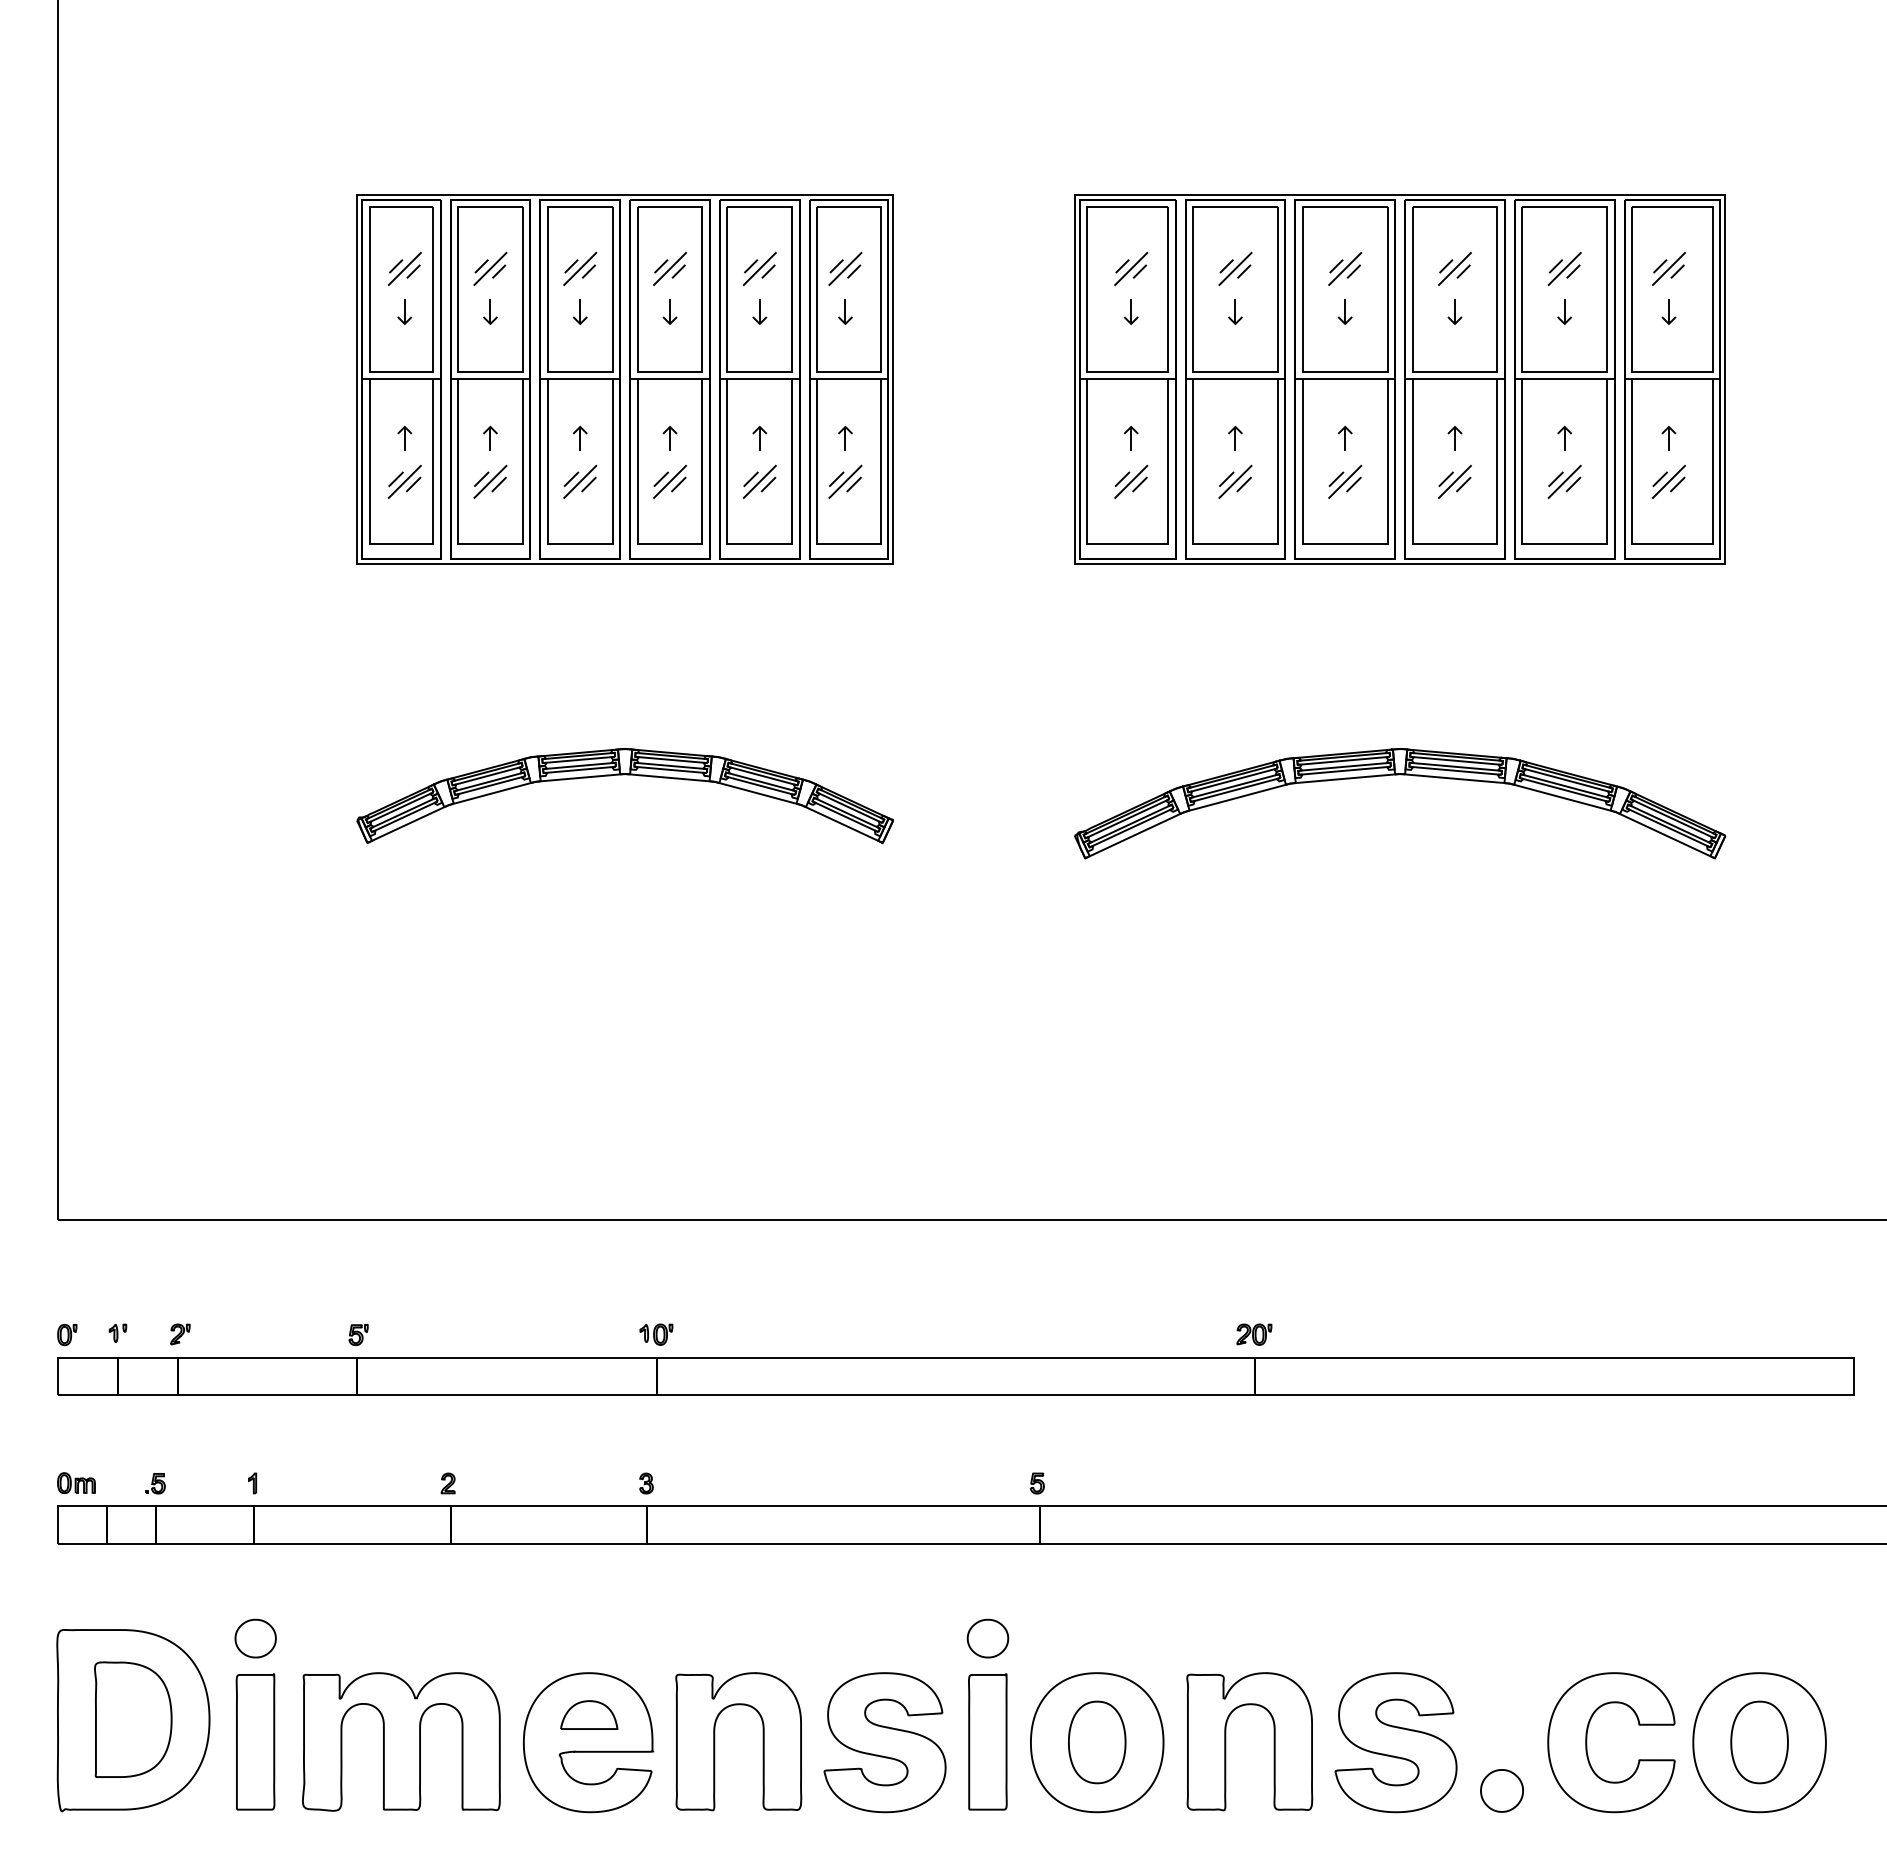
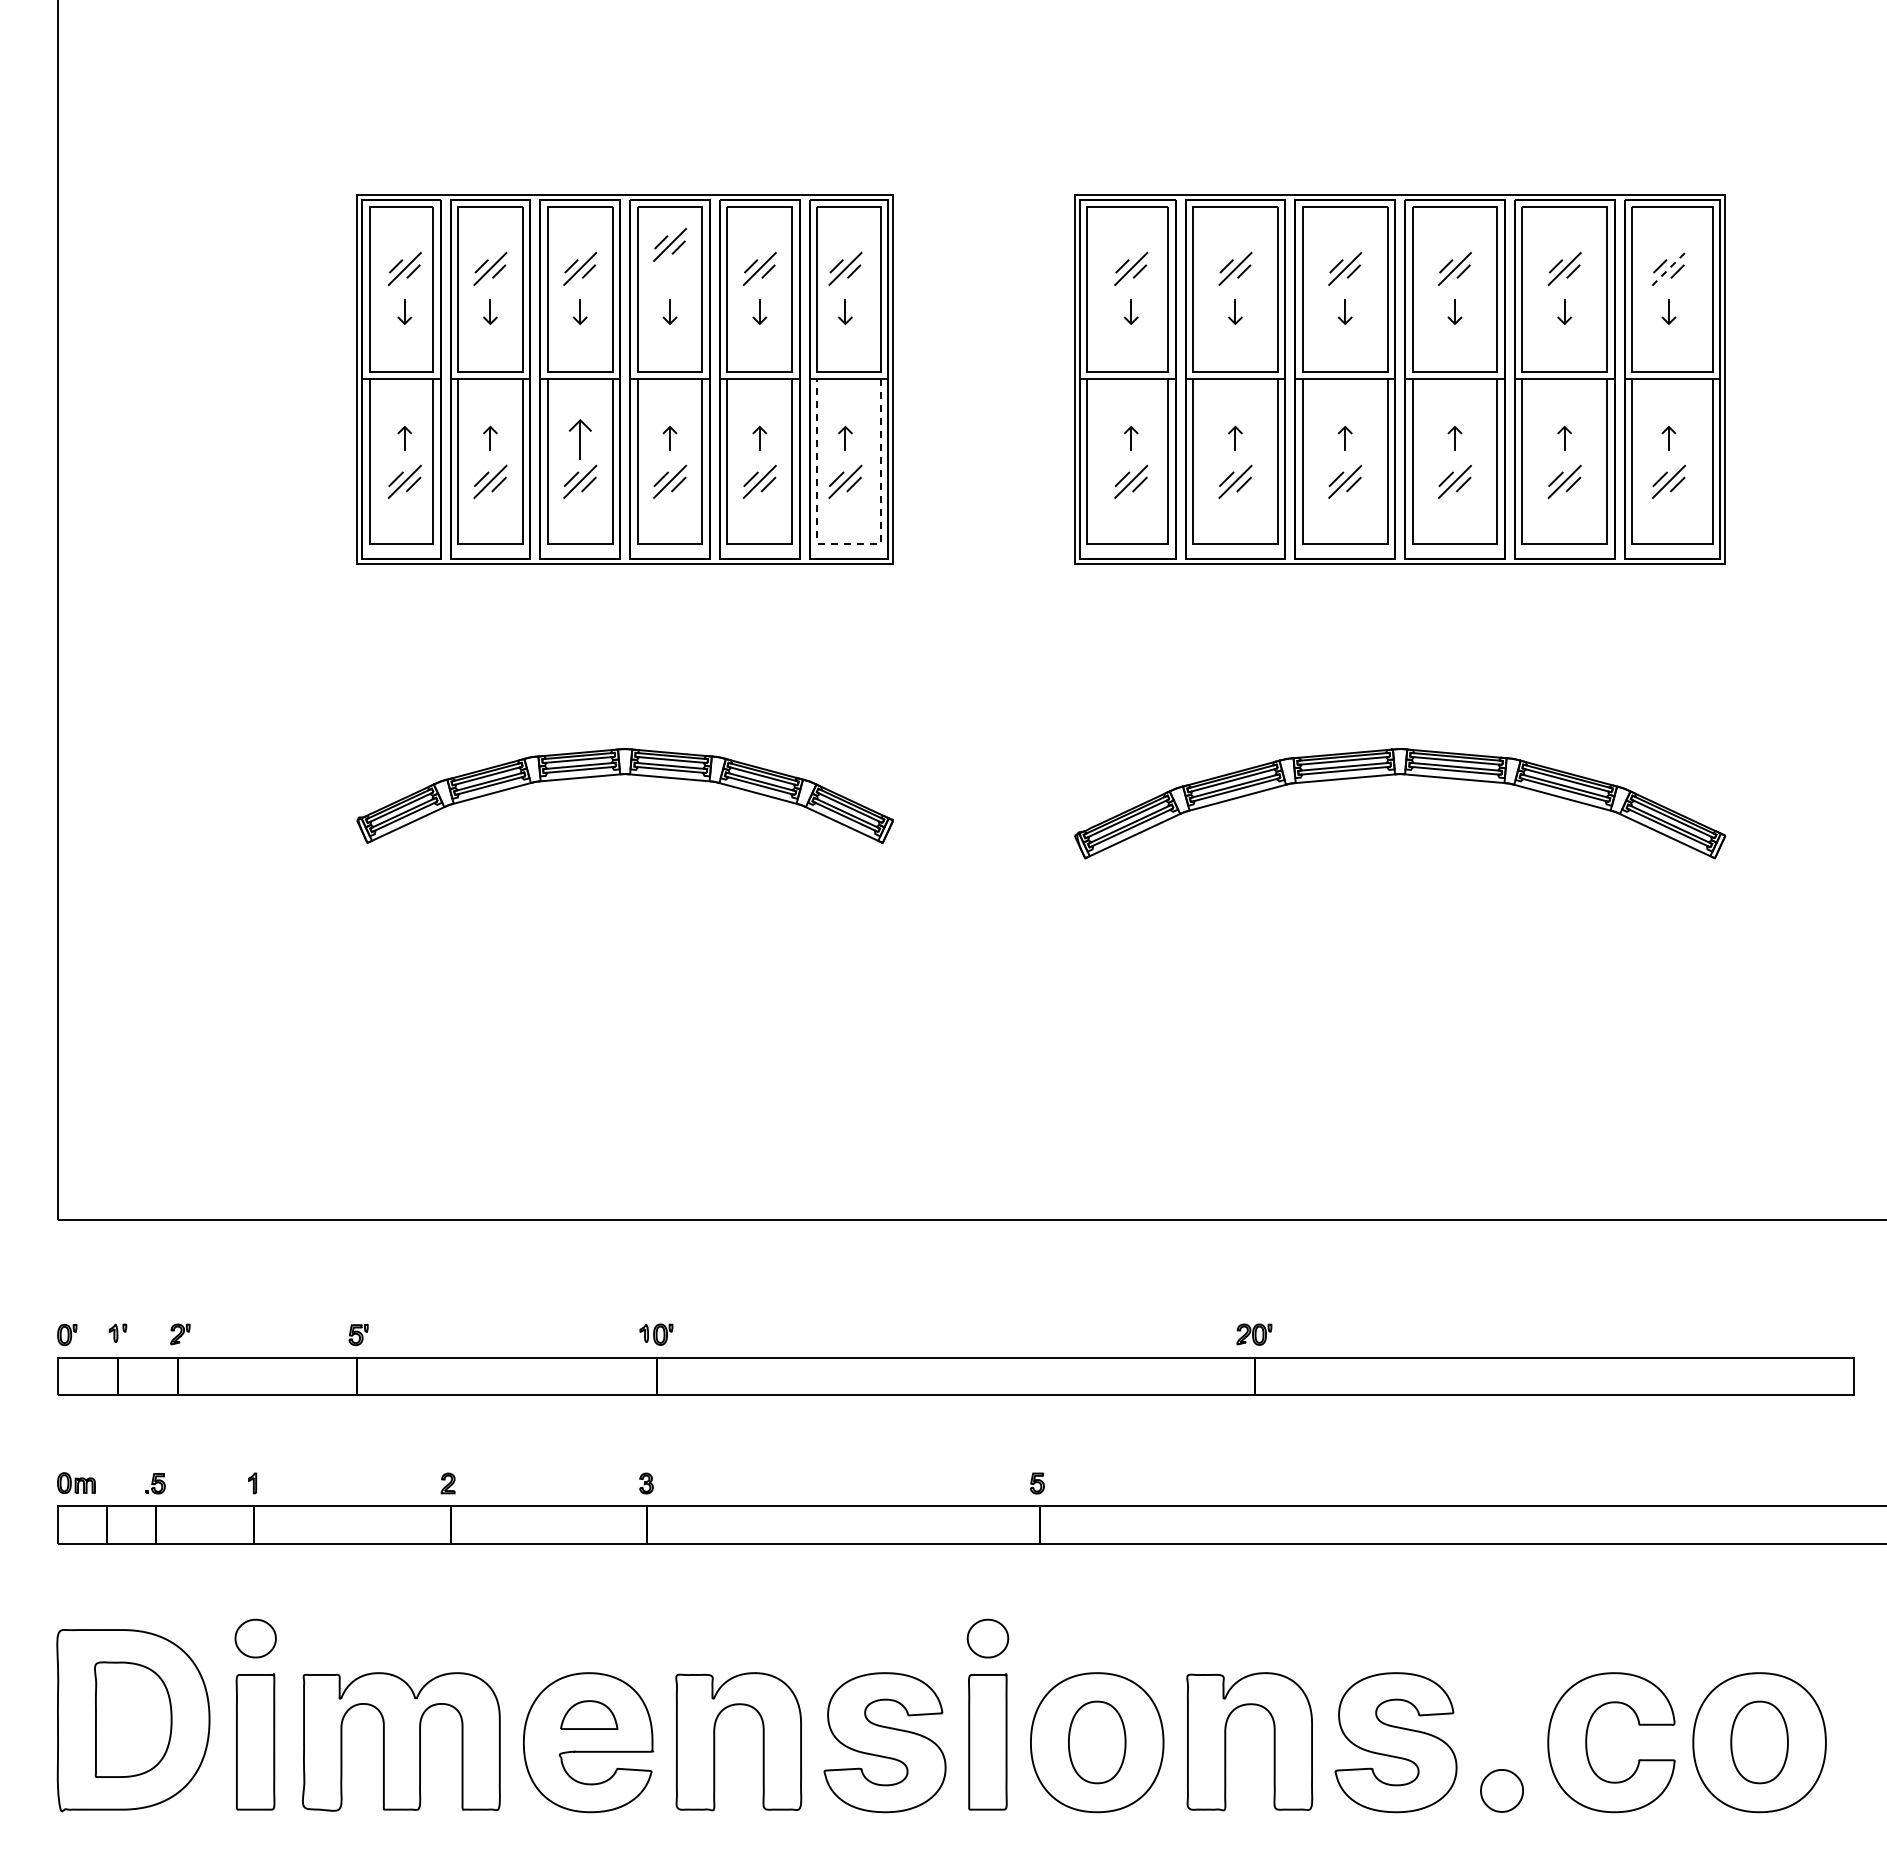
part at (669, 268) position: (669, 268) -> (669, 244)
line at (1668, 268): solid -> dashed
part at (579, 437) size: 16x26 px -> 24x41 px
line at (848, 543): solid -> dashed
